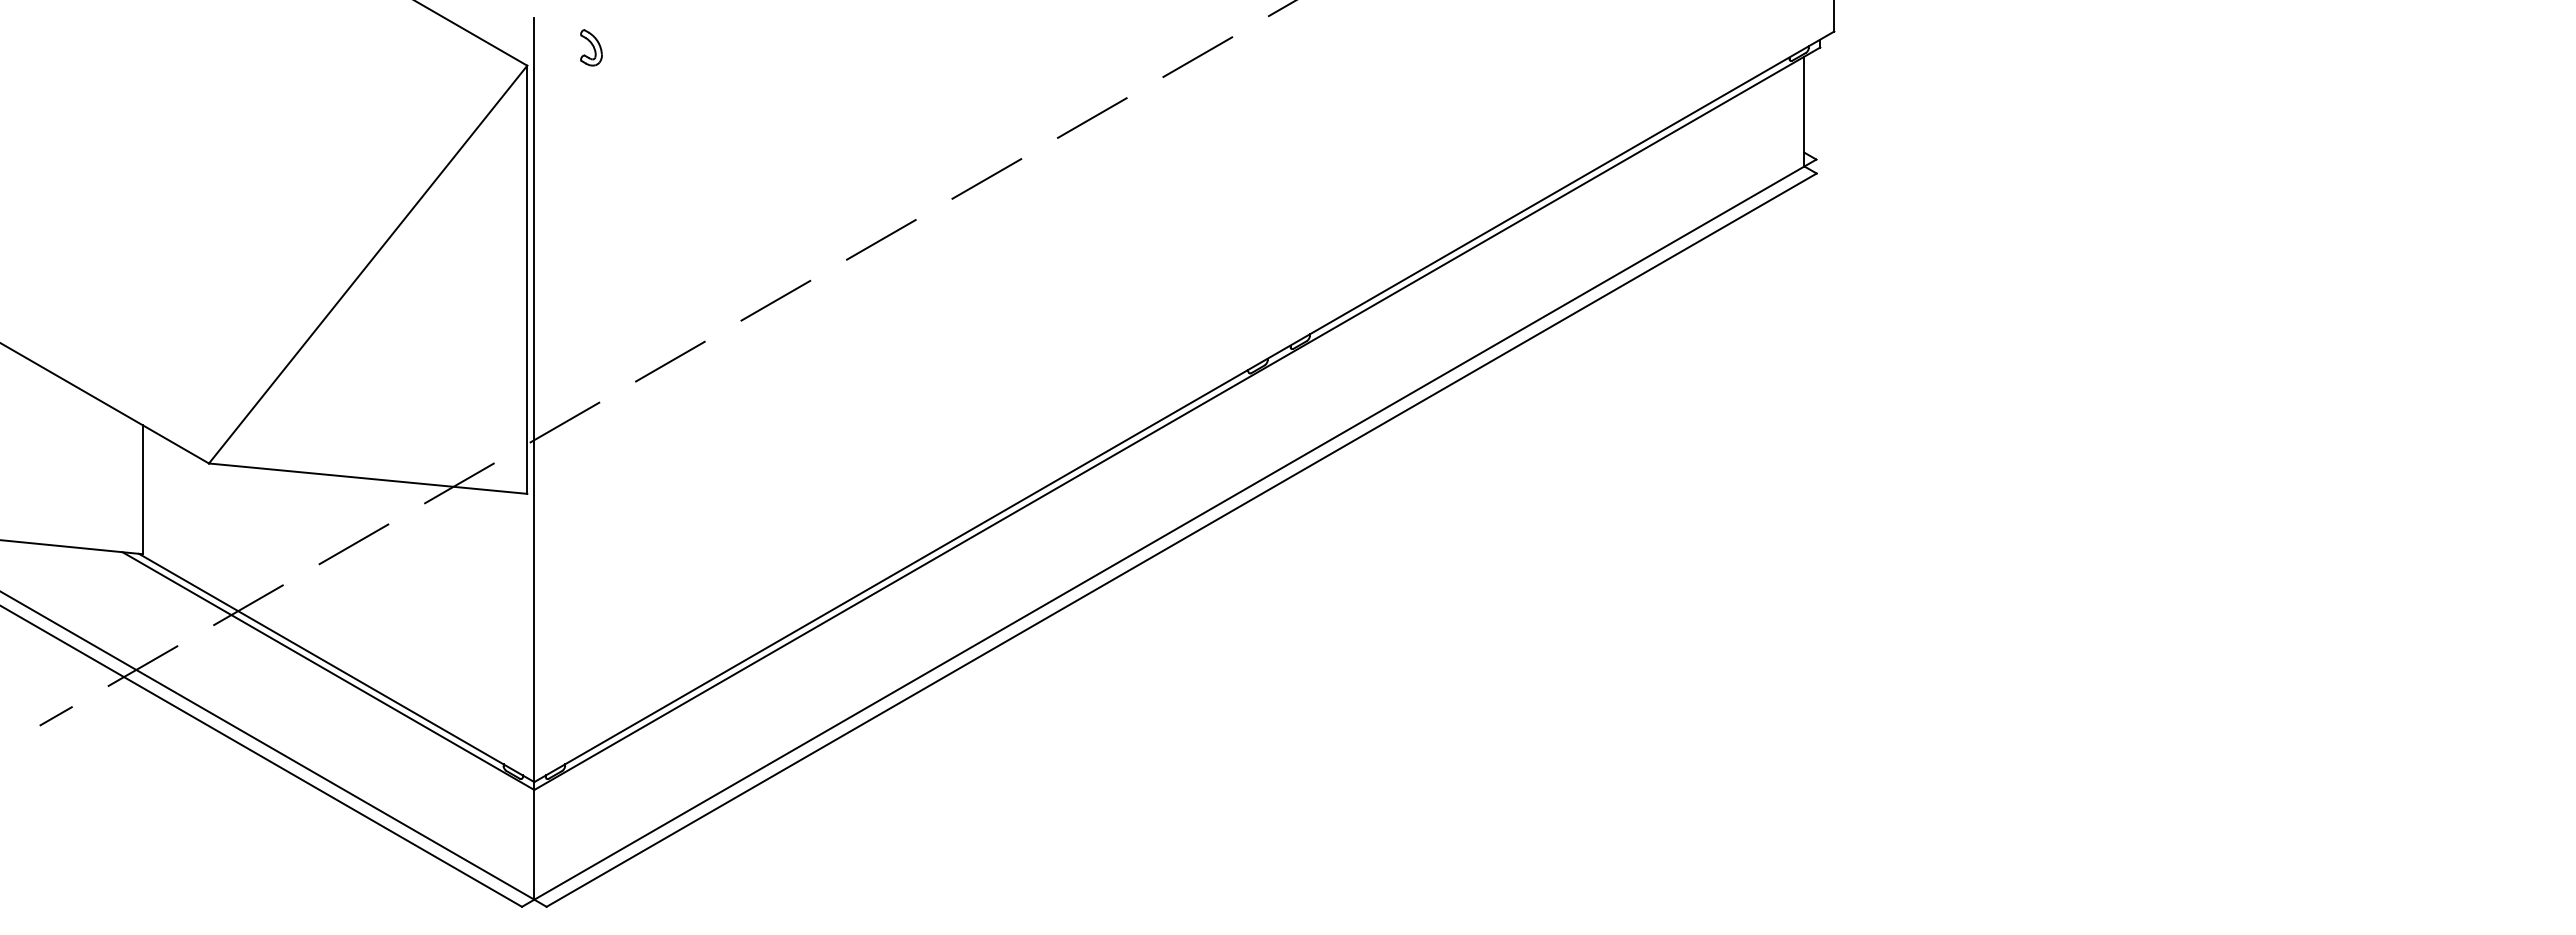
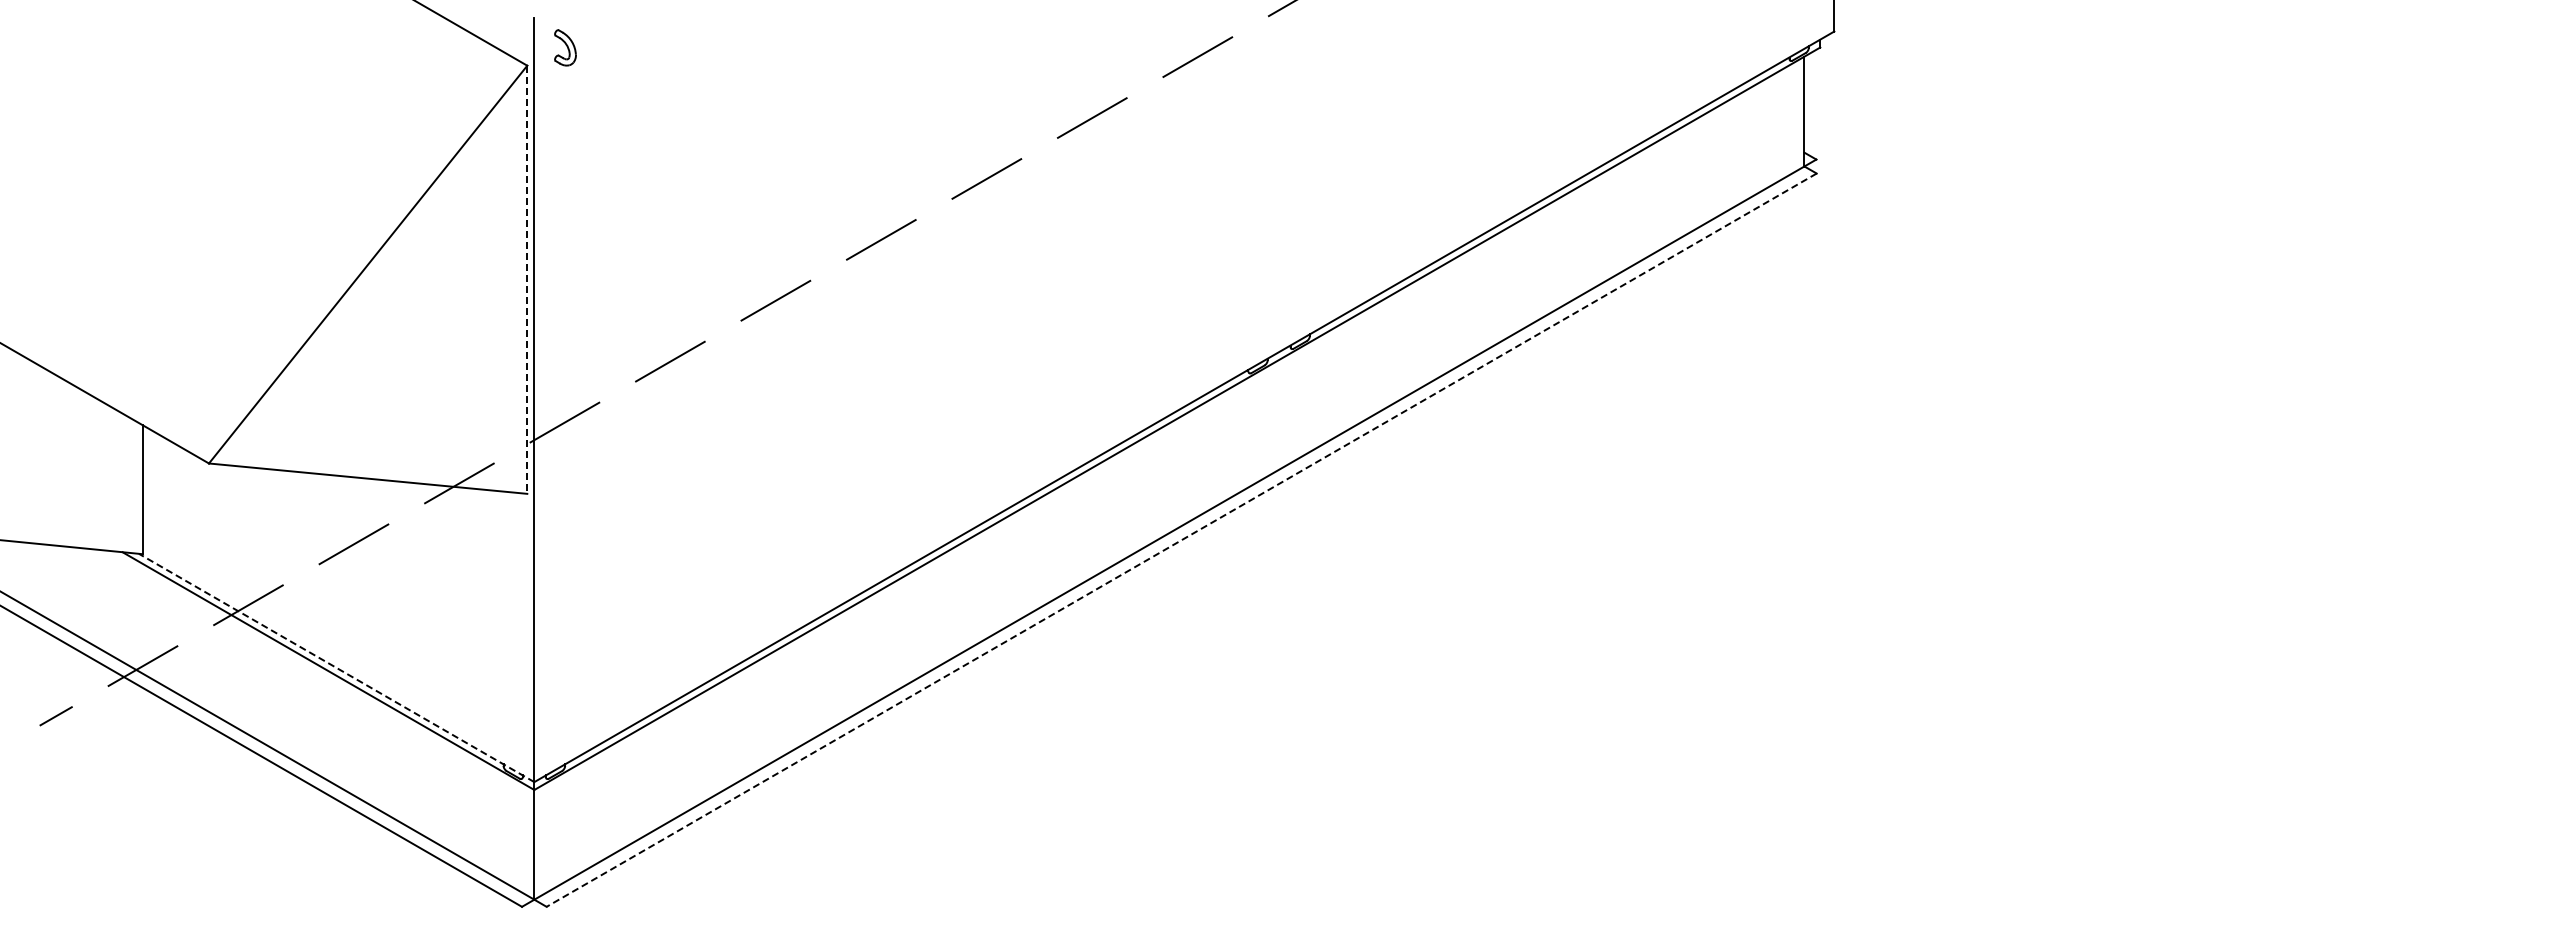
part at (591, 47) position: (591, 47) -> (565, 47)
line at (527, 280): solid -> dashed
line at (1181, 540): solid -> dashed
line at (336, 667): solid -> dashed
